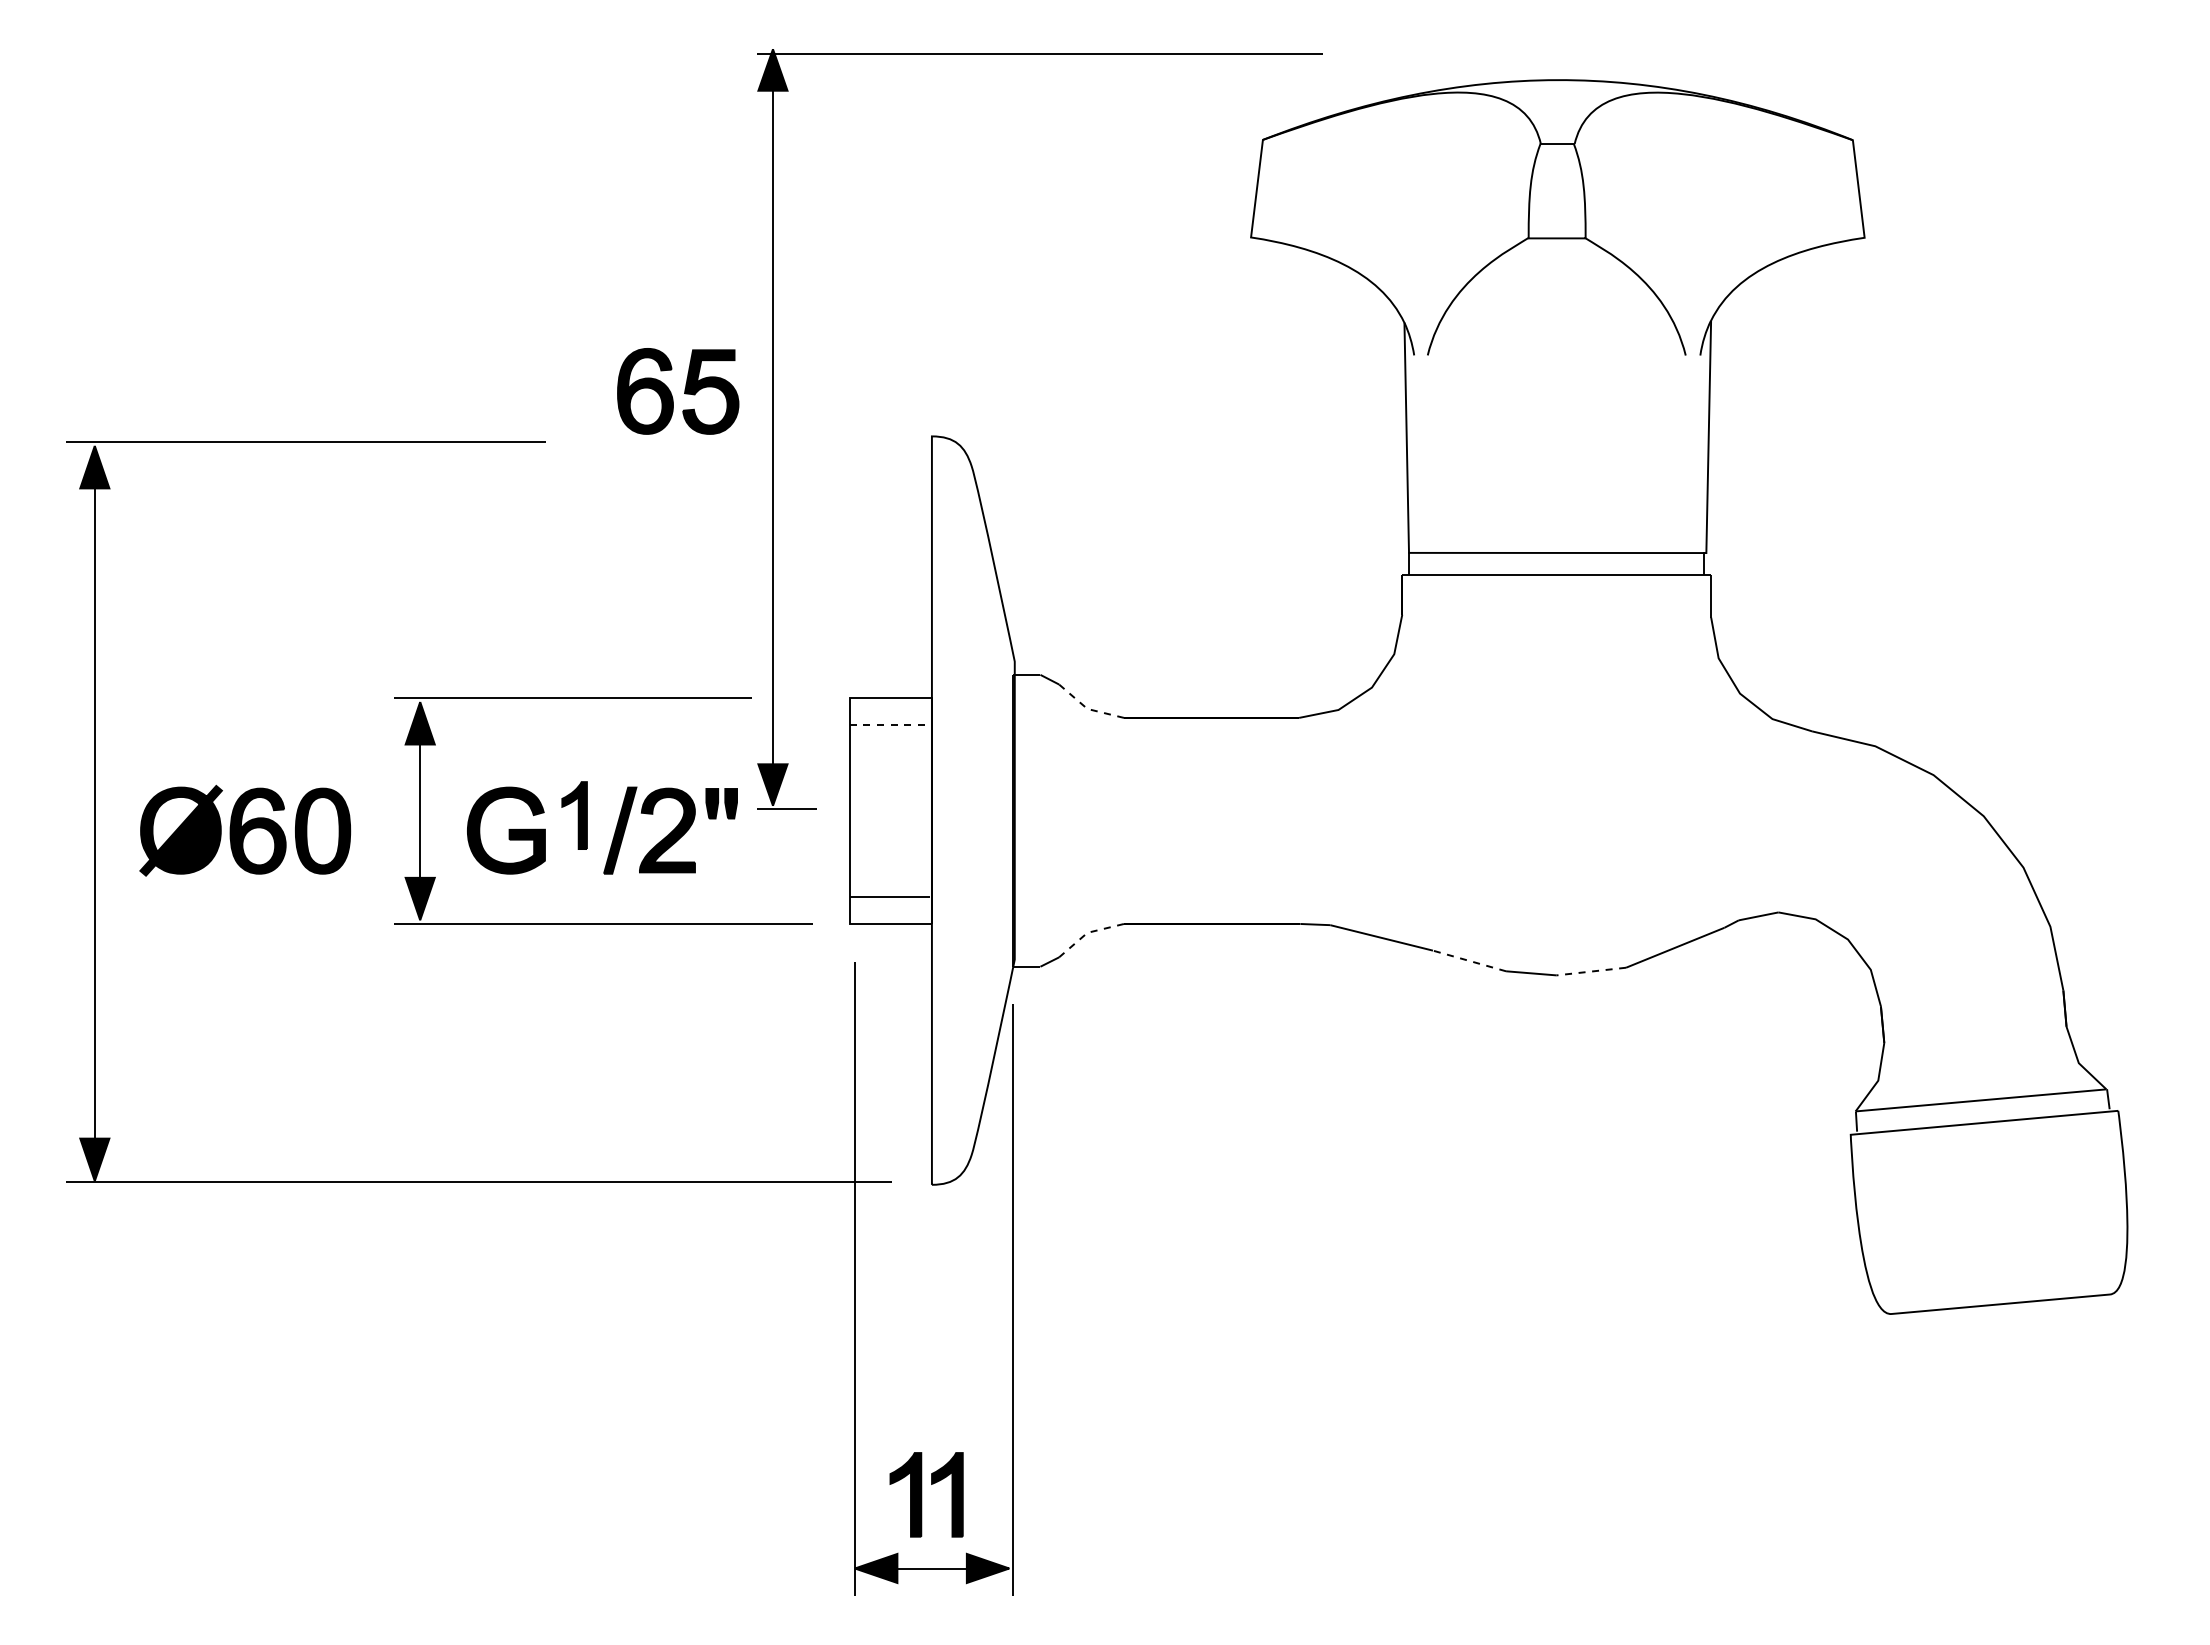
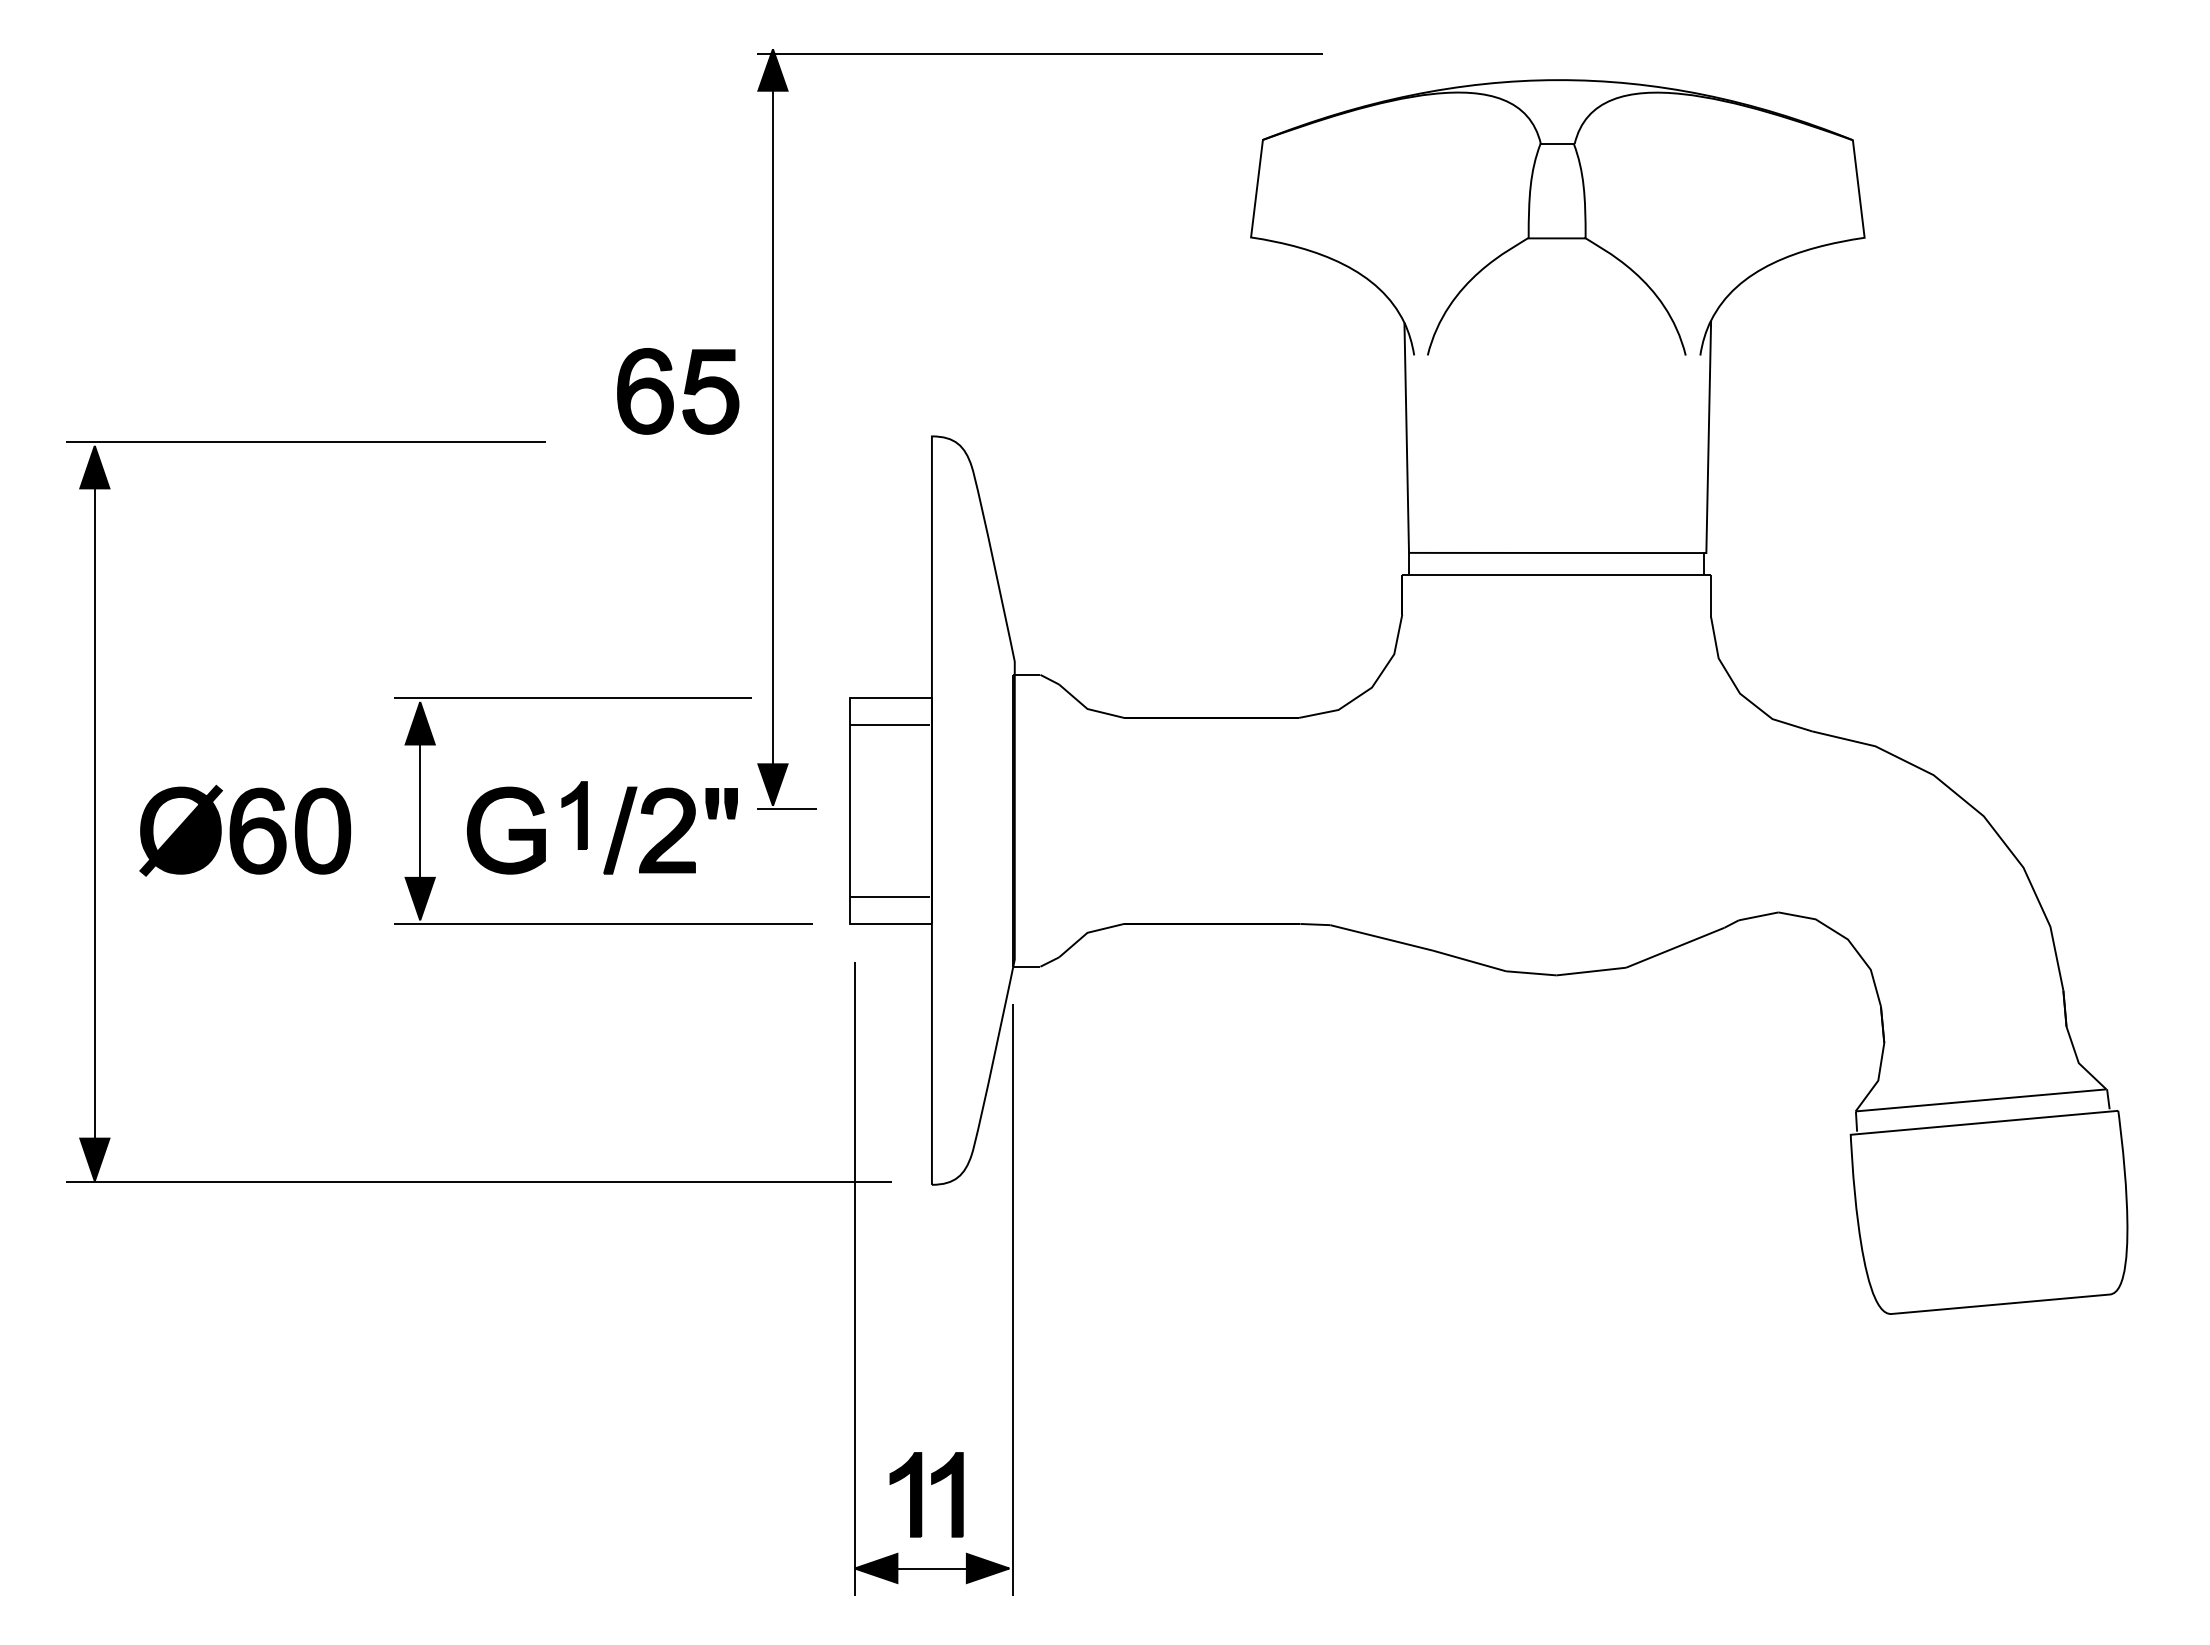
line at (1087, 709): dashed -> solid
line at (890, 724): dashed -> solid
line at (1087, 932): dashed -> solid
line at (1469, 960): dashed -> solid
line at (1591, 971): dashed -> solid
